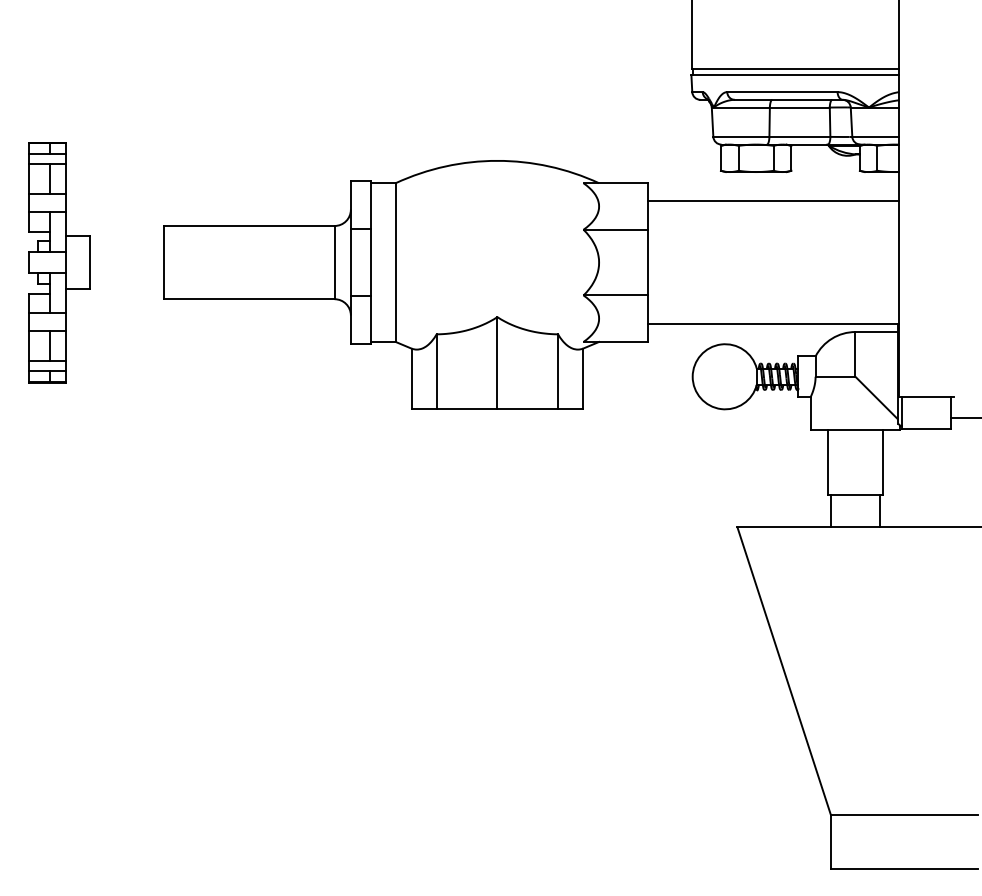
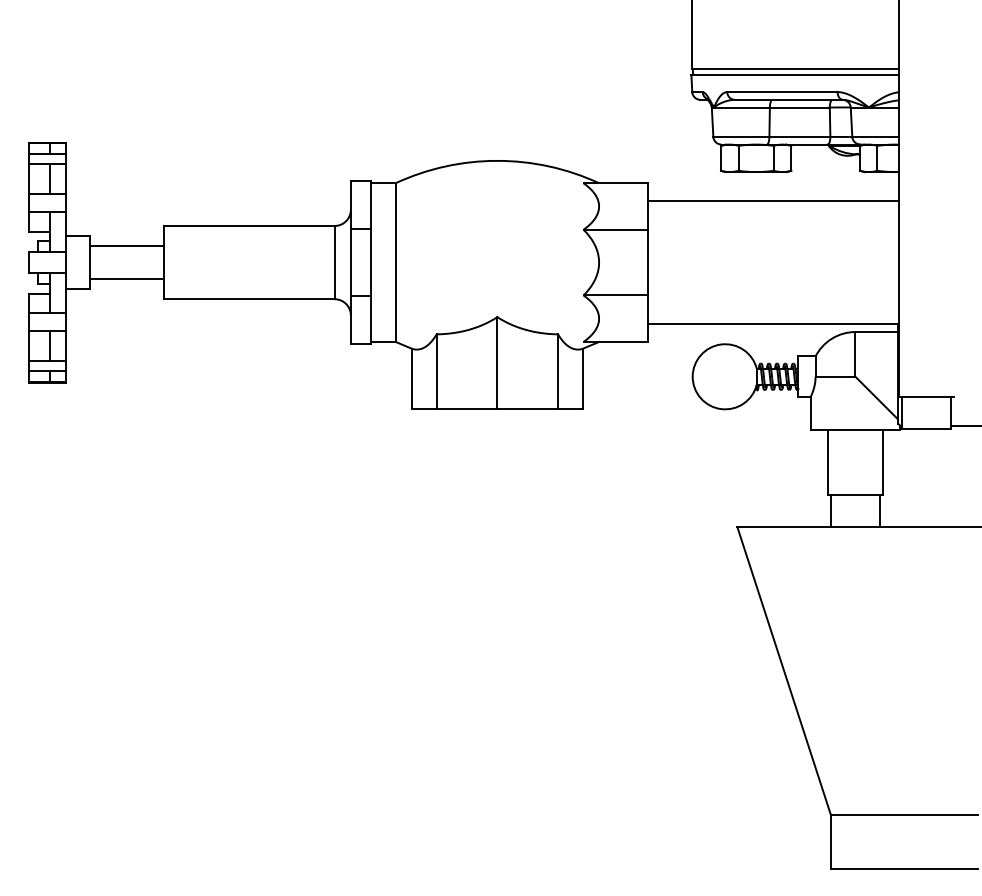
line at (126, 246): none -> present
line at (126, 278): none -> present
line at (964, 417) position: (964, 417) -> (964, 425)
